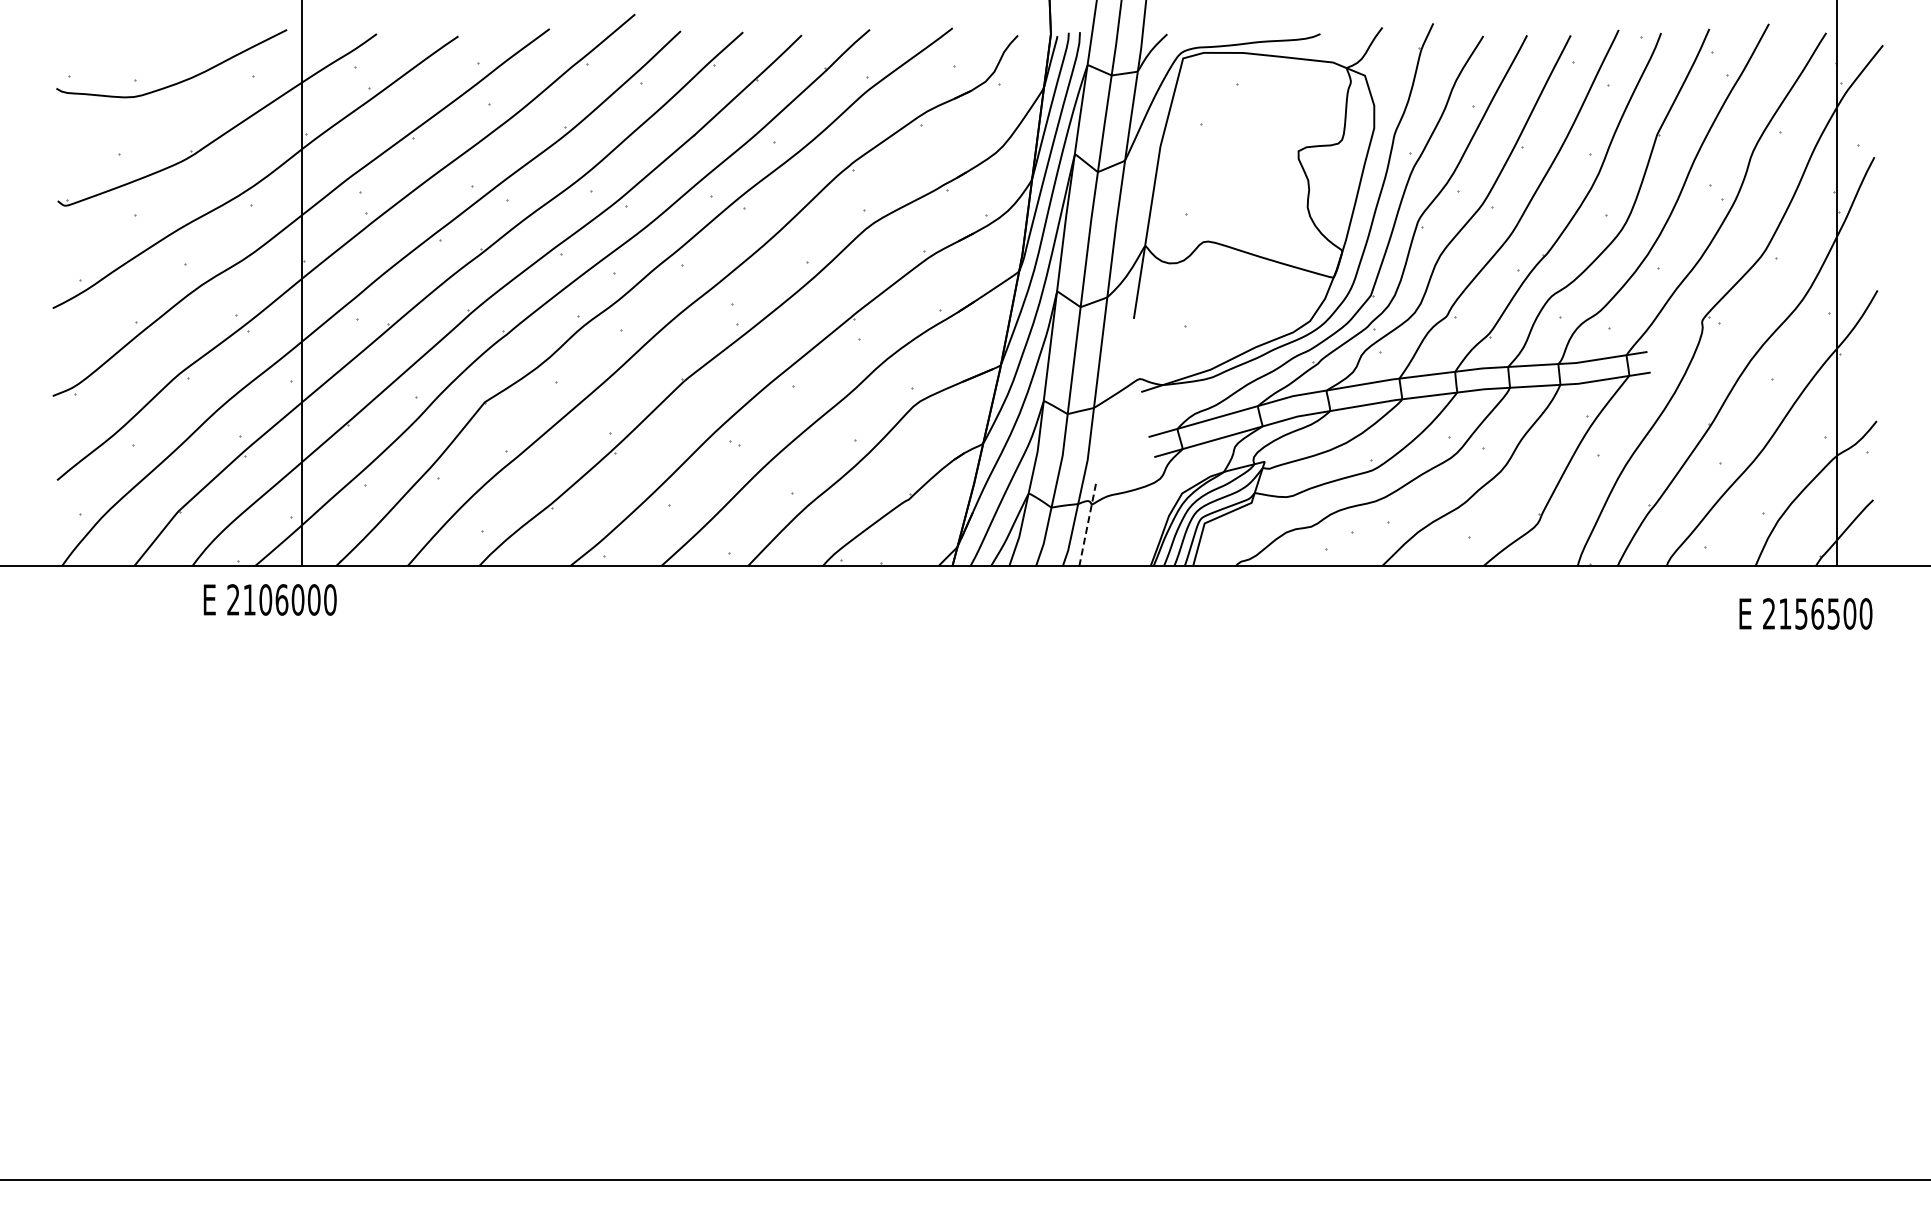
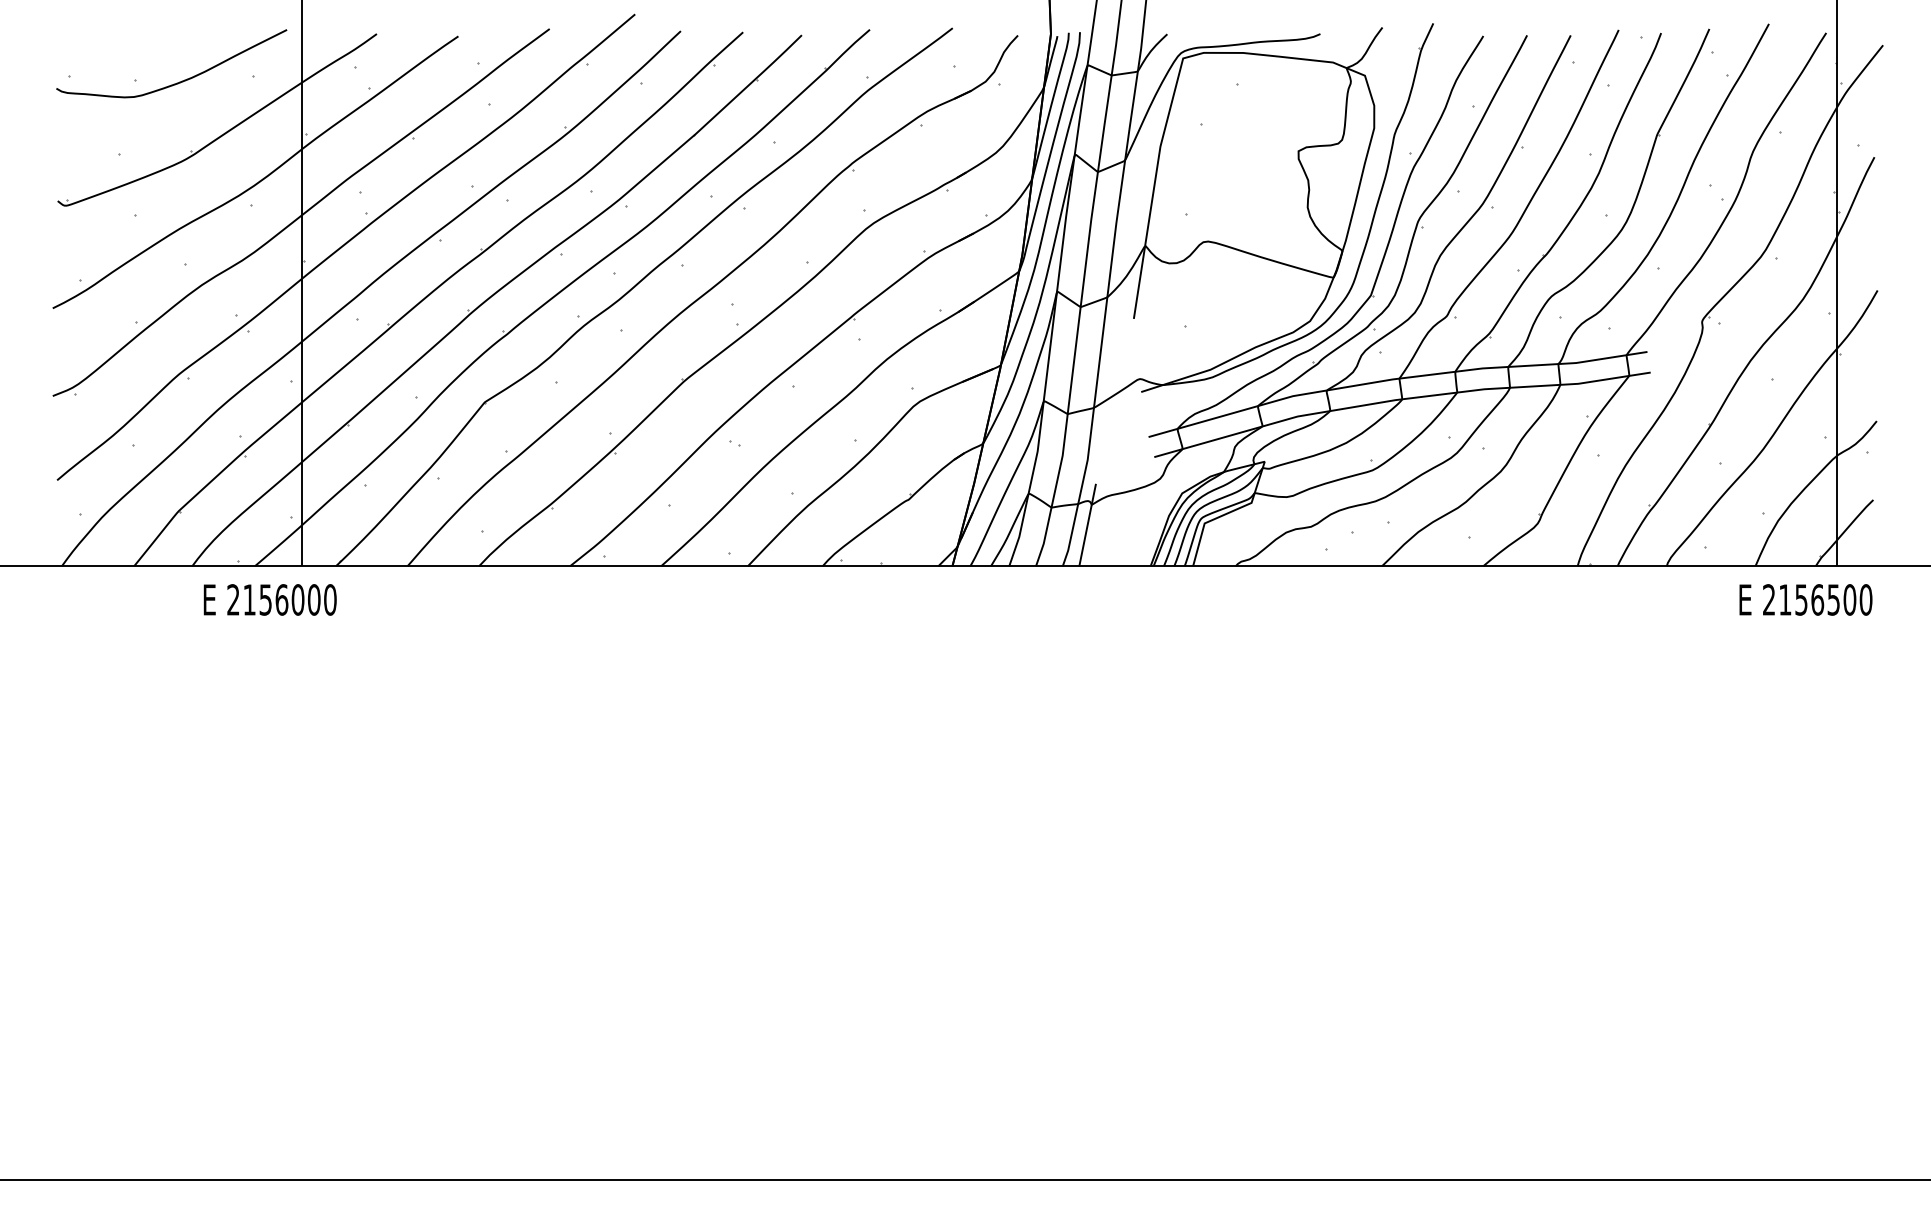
line at (1087, 525): dashed -> solid
text at (265, 599): 2106000 -> 2156000
text at (1805, 613) position: (1805, 613) -> (1805, 599)
